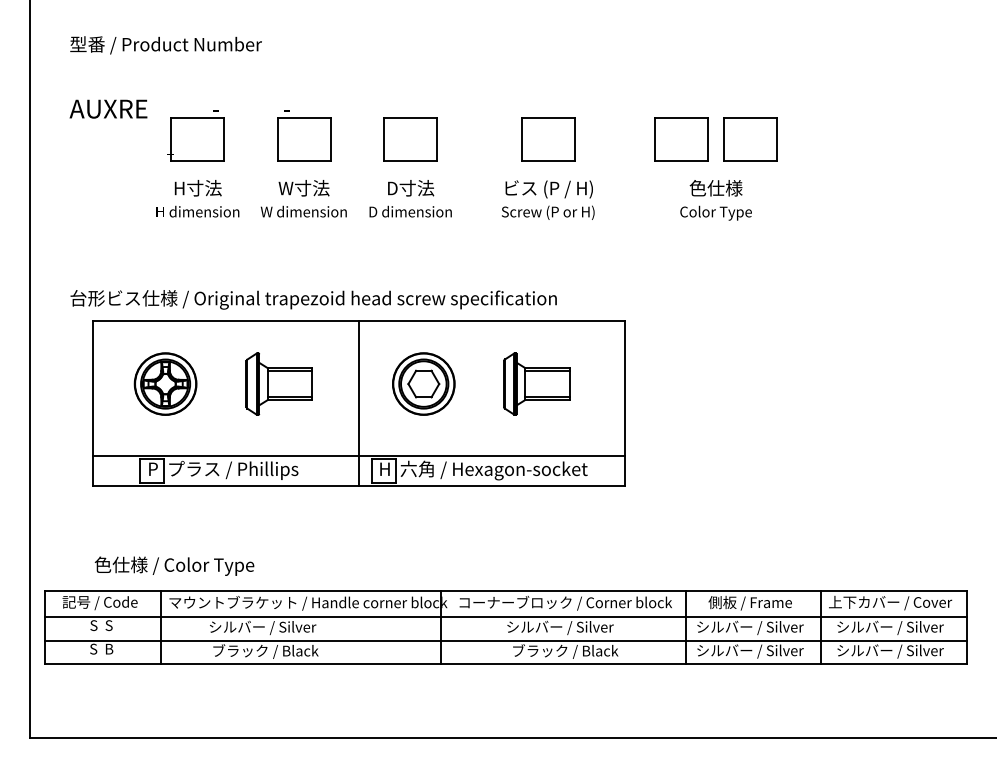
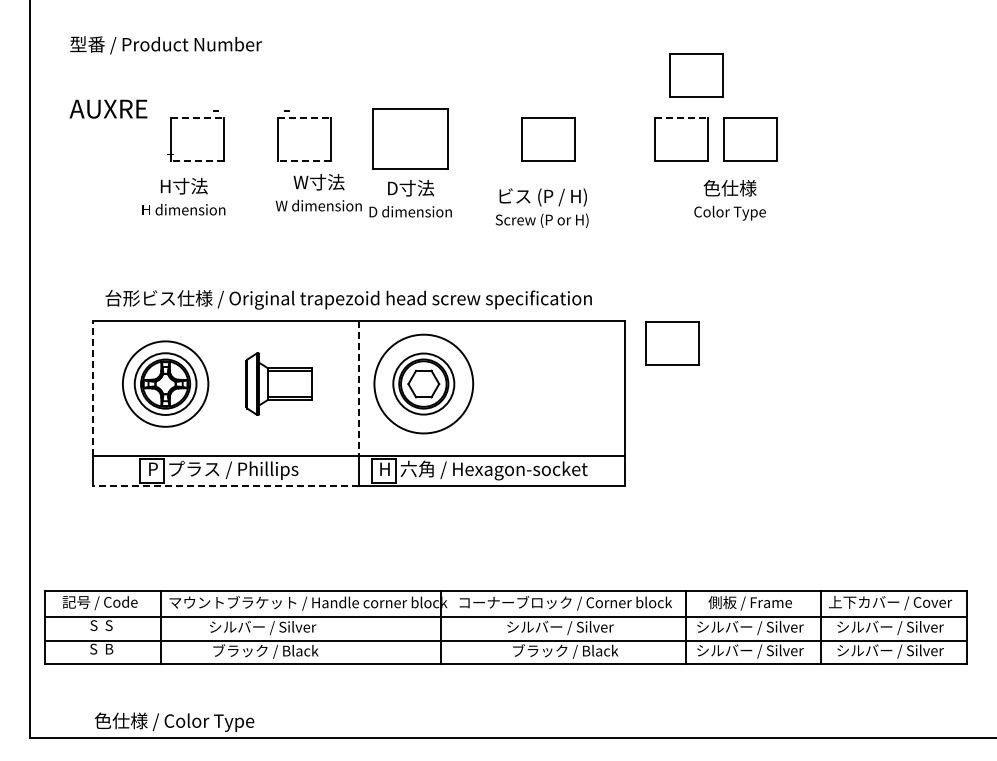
part at (696, 75): none -> present
line at (197, 118): solid -> dashed
line at (304, 118): solid -> dashed
line at (681, 118): solid -> dashed
part at (410, 139) size: 55x45 px -> 77x62 px
line at (197, 160): solid -> dashed
line at (304, 160): solid -> dashed
text at (197, 198) position: (197, 198) -> (183, 196)
text at (303, 198) position: (303, 198) -> (318, 192)
text at (548, 199) position: (548, 199) -> (542, 207)
text at (715, 200) position: (715, 200) -> (729, 200)
text at (313, 299) position: (313, 299) -> (348, 299)
part at (672, 343): none -> present
circle at (165, 383) diameter: 61 px -> 85 px
circle at (423, 383) diameter: 62 px -> 99 px
part at (536, 383): present -> none
line at (93, 388): solid -> dashed
line at (359, 389): solid -> dashed
line at (225, 486): solid -> dashed
text at (174, 565) position: (174, 565) -> (174, 721)
